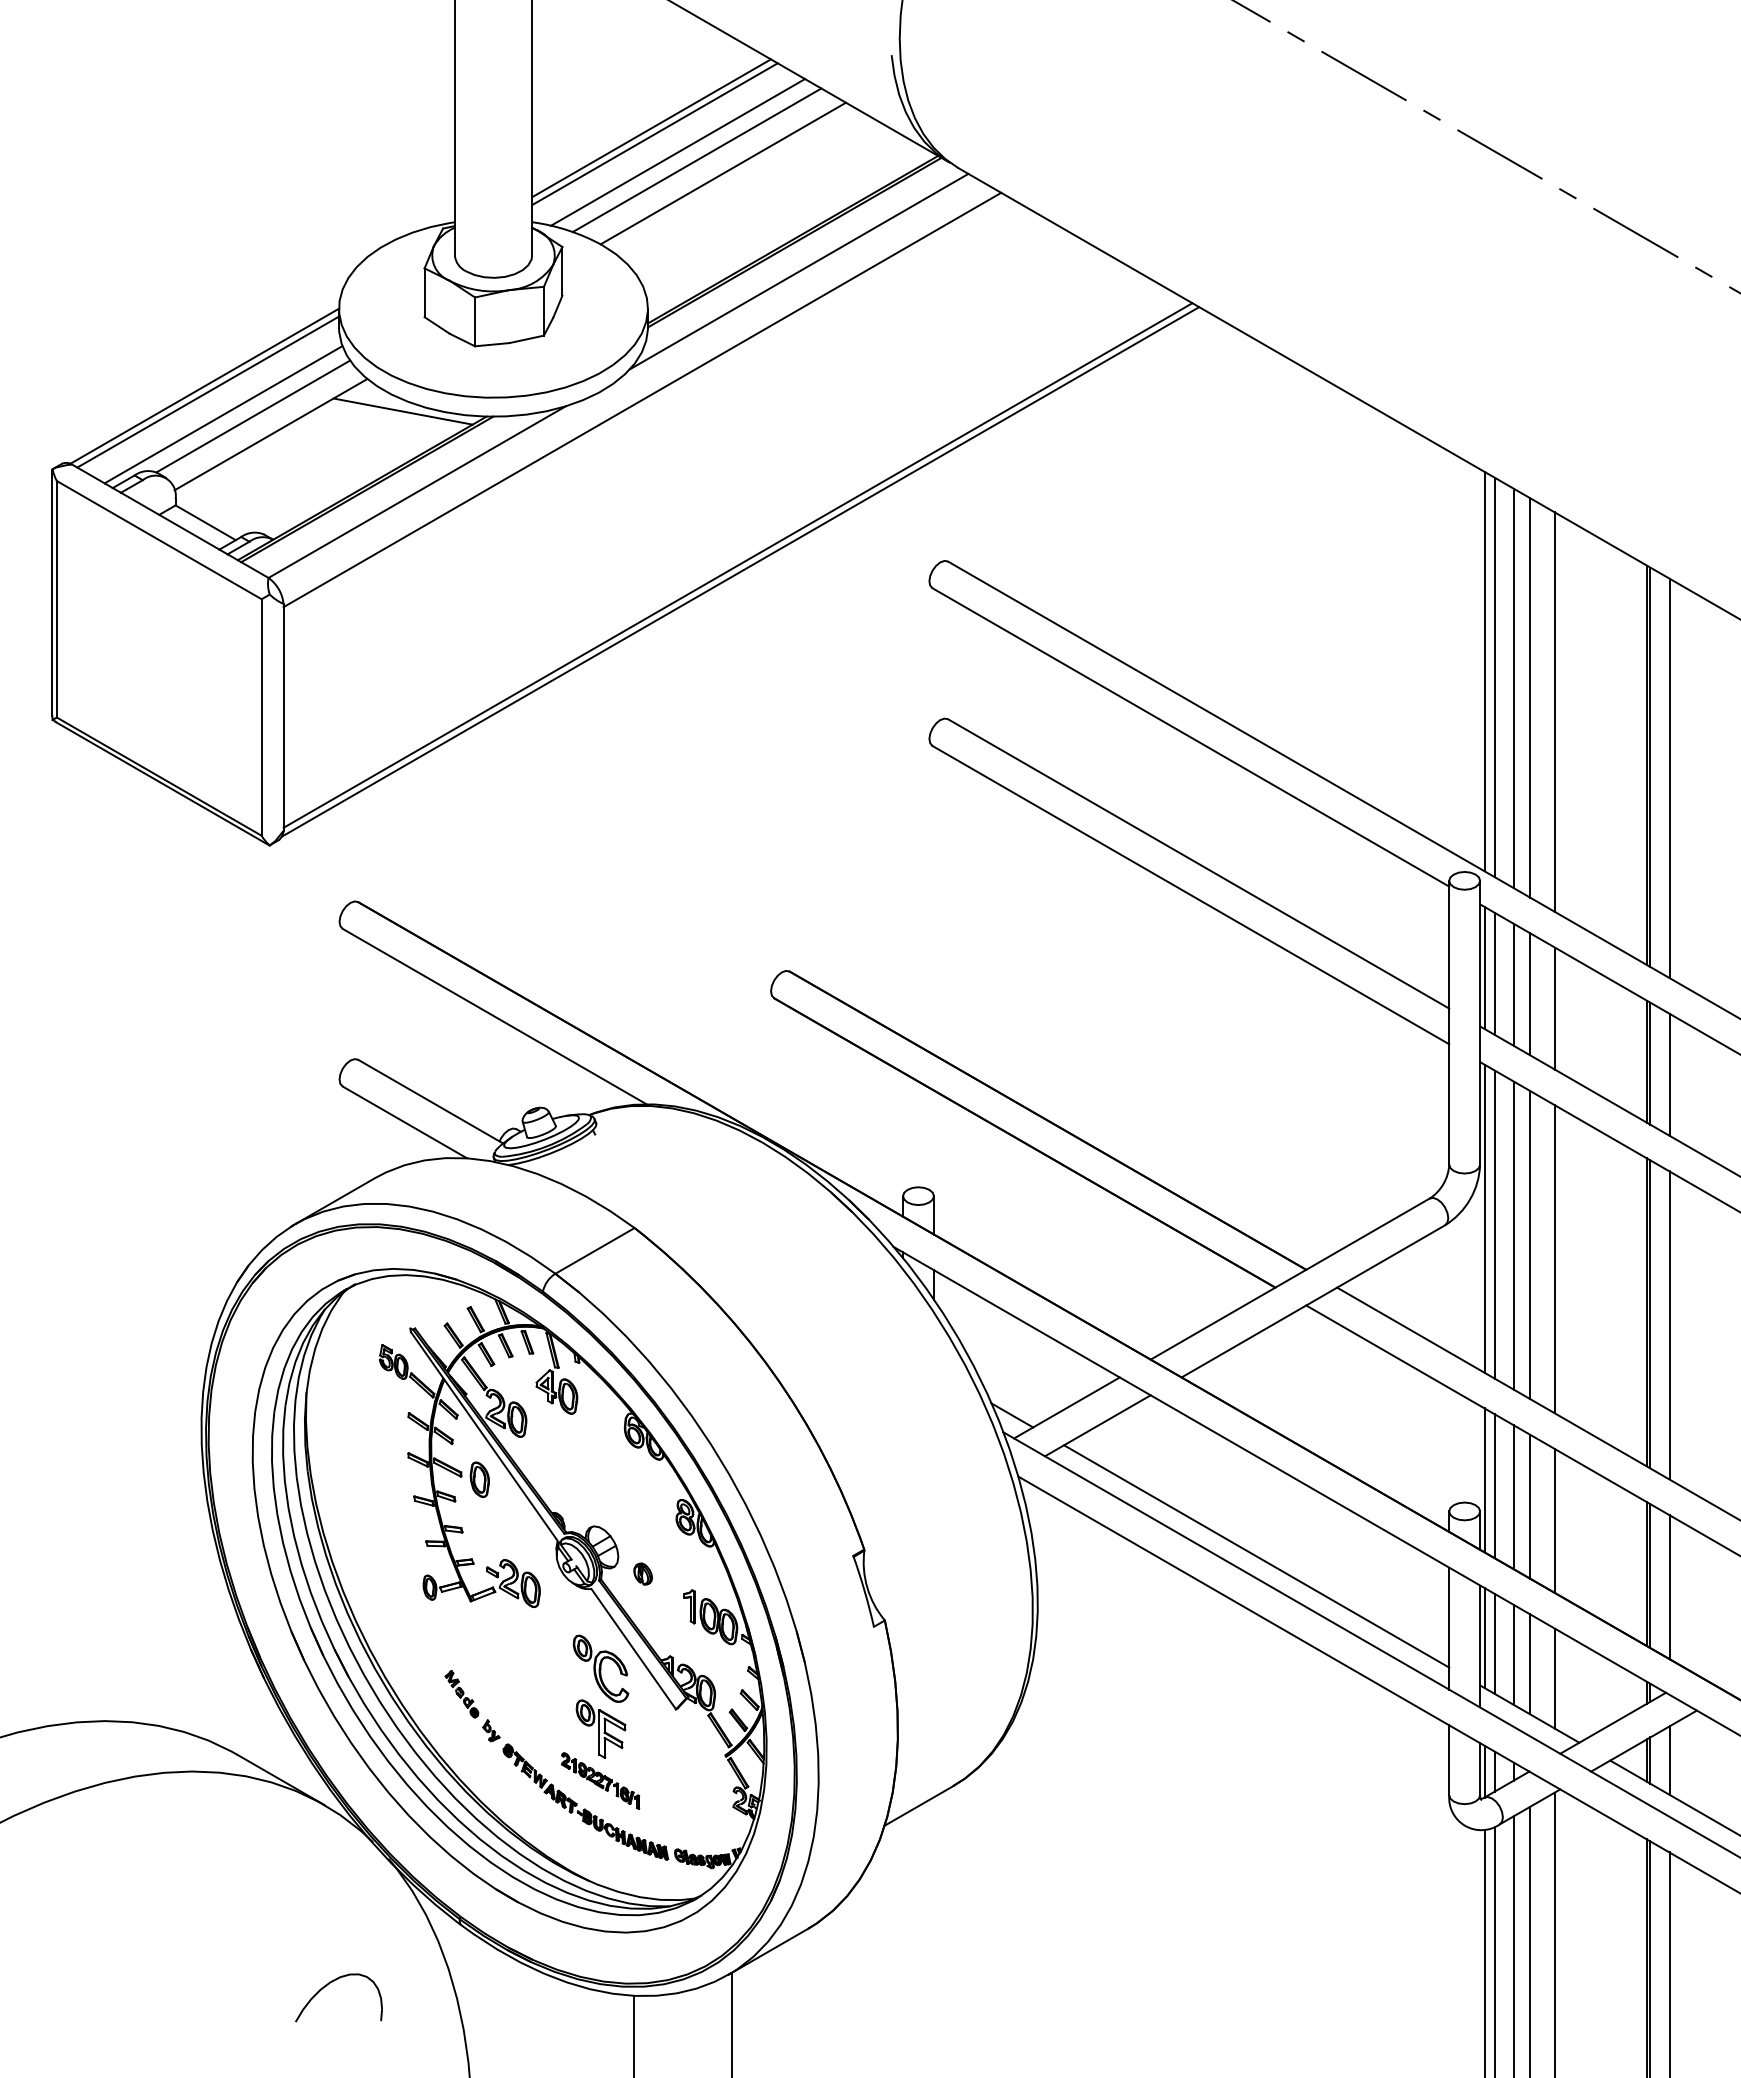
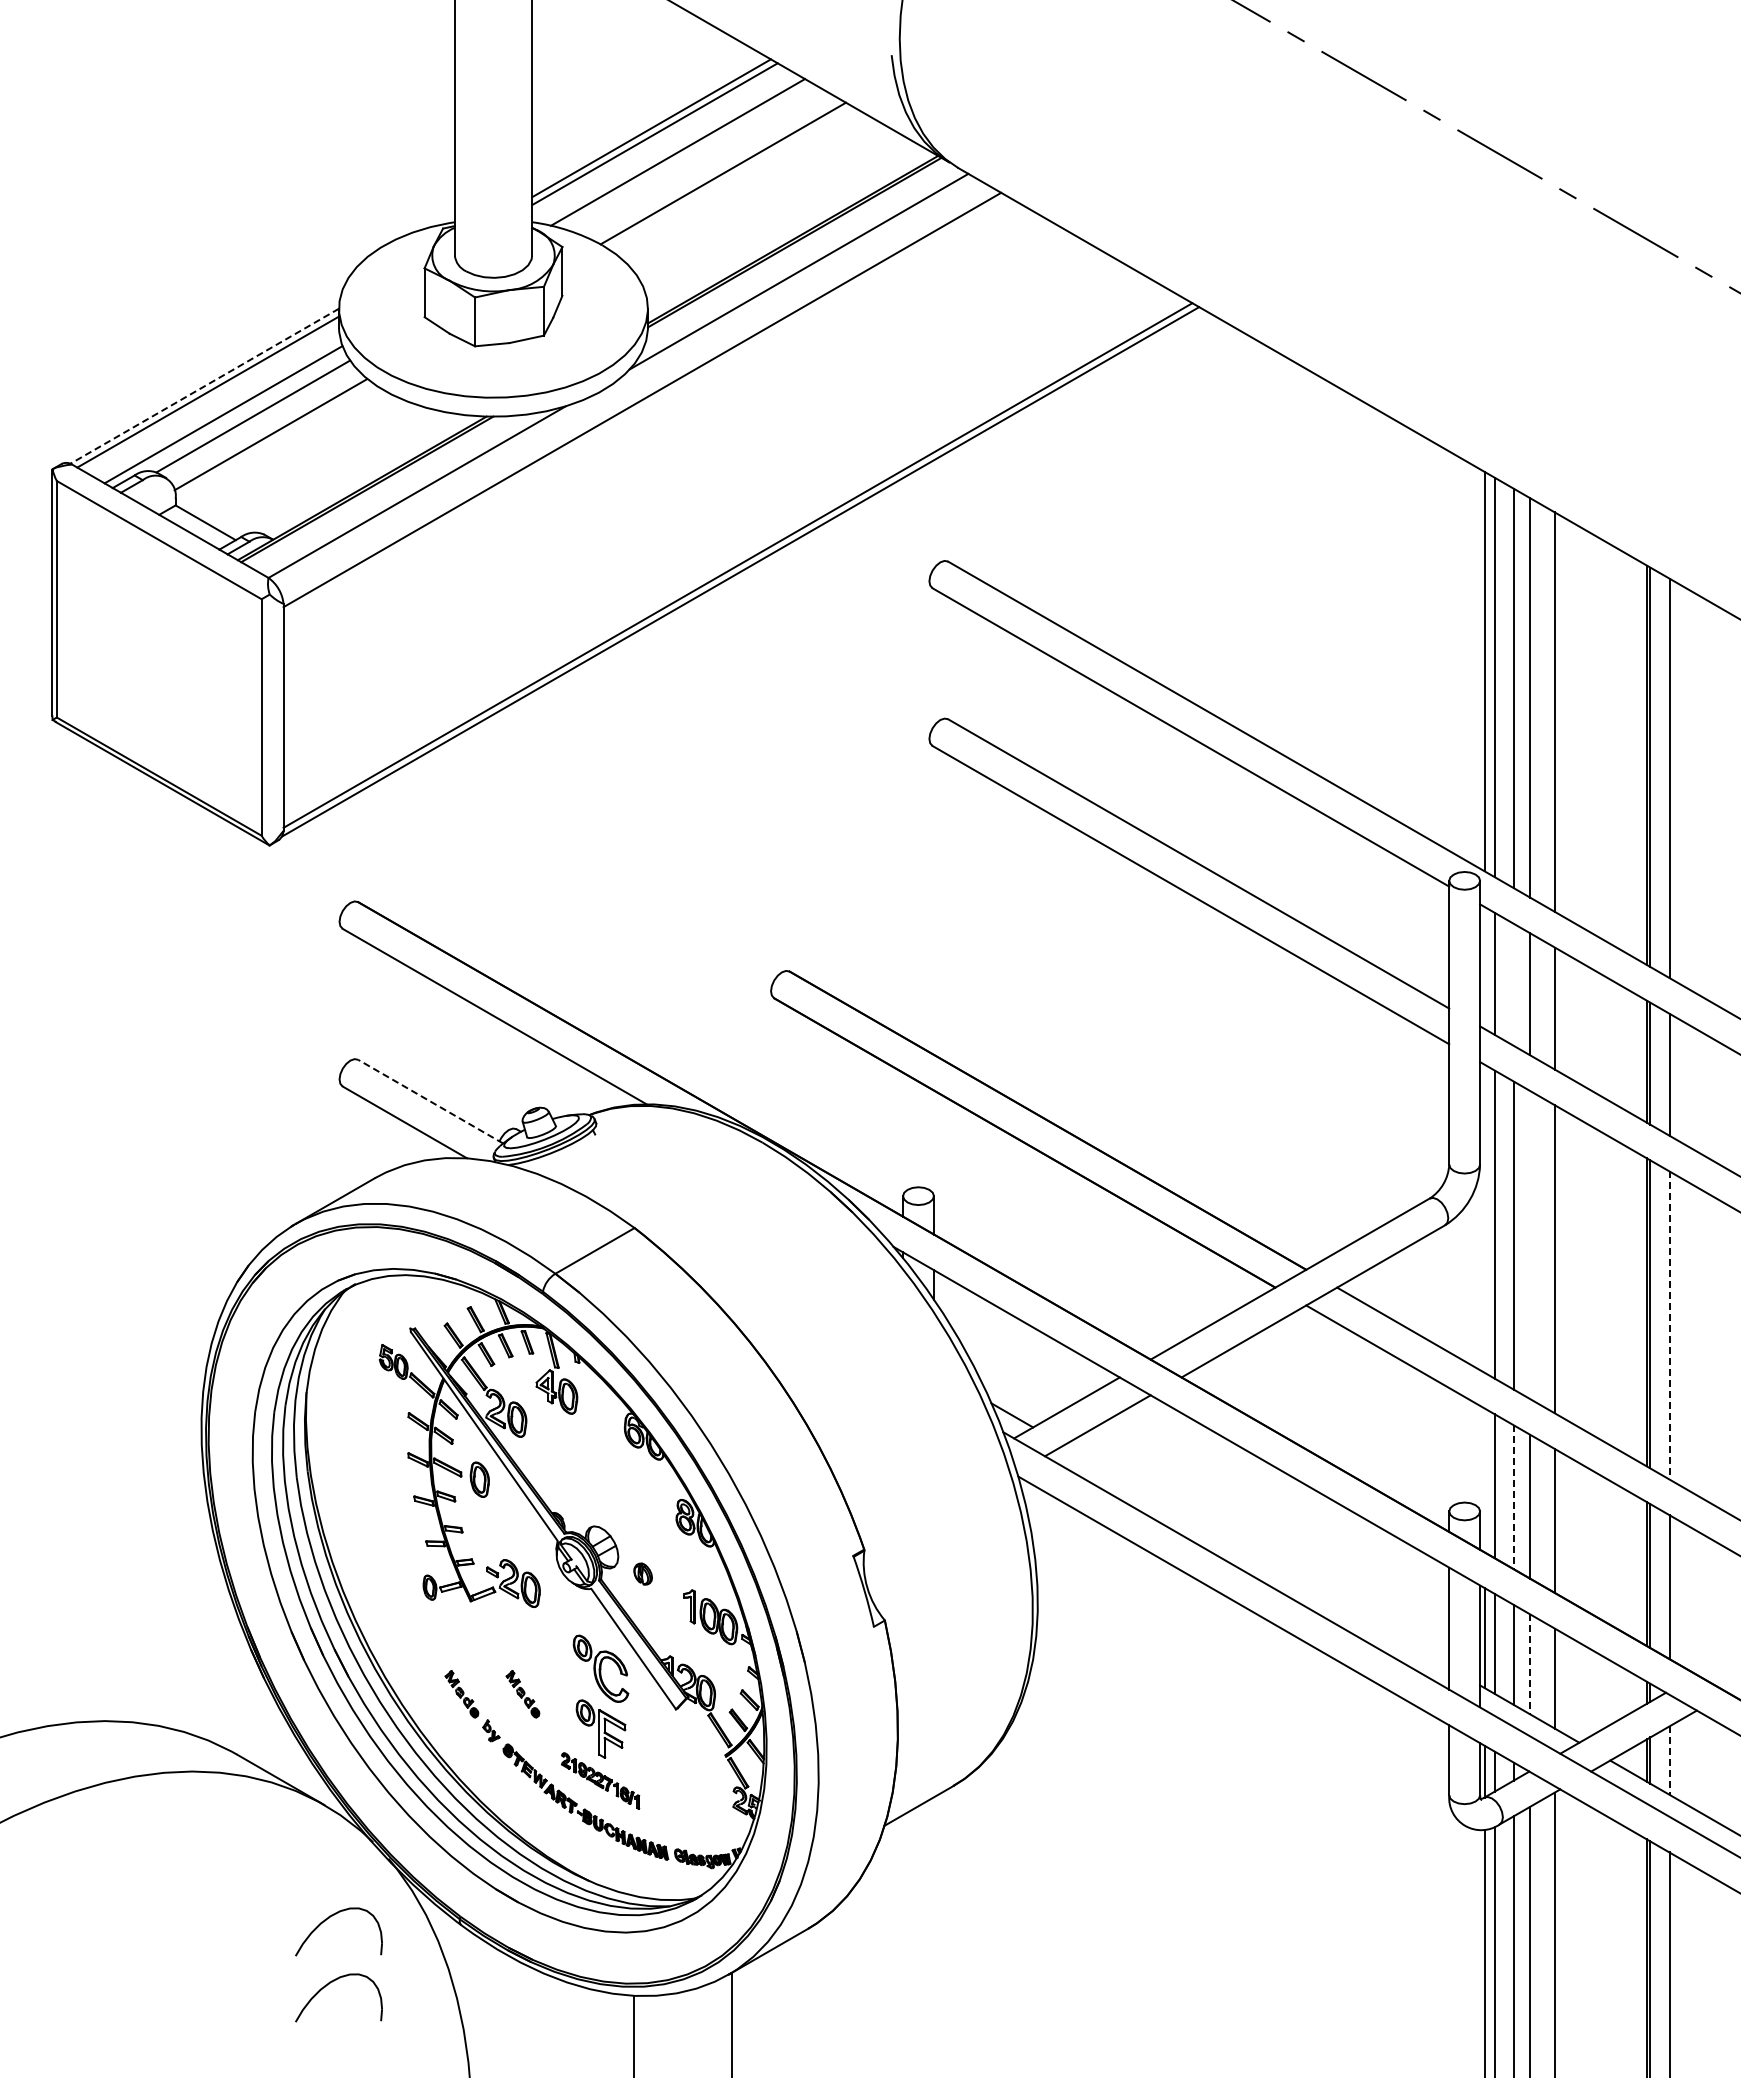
line at (696, 160): present -> none
line at (204, 386): solid -> dashed
line at (402, 411): present -> none
line at (1484, 967): present -> none
line at (1513, 984): present -> none
line at (430, 1101): solid -> dashed
line at (1484, 1218): present -> none
line at (1530, 1245): present -> none
line at (1669, 1325): solid -> dashed
line at (1484, 1480): present -> none
line at (1513, 1497): solid -> dashed
line at (1256, 1556): present -> none
line at (1530, 1664): solid -> dashed
part at (522, 1694): none -> present
line at (1669, 1761): solid -> dashed
part at (329, 1918): none -> present
